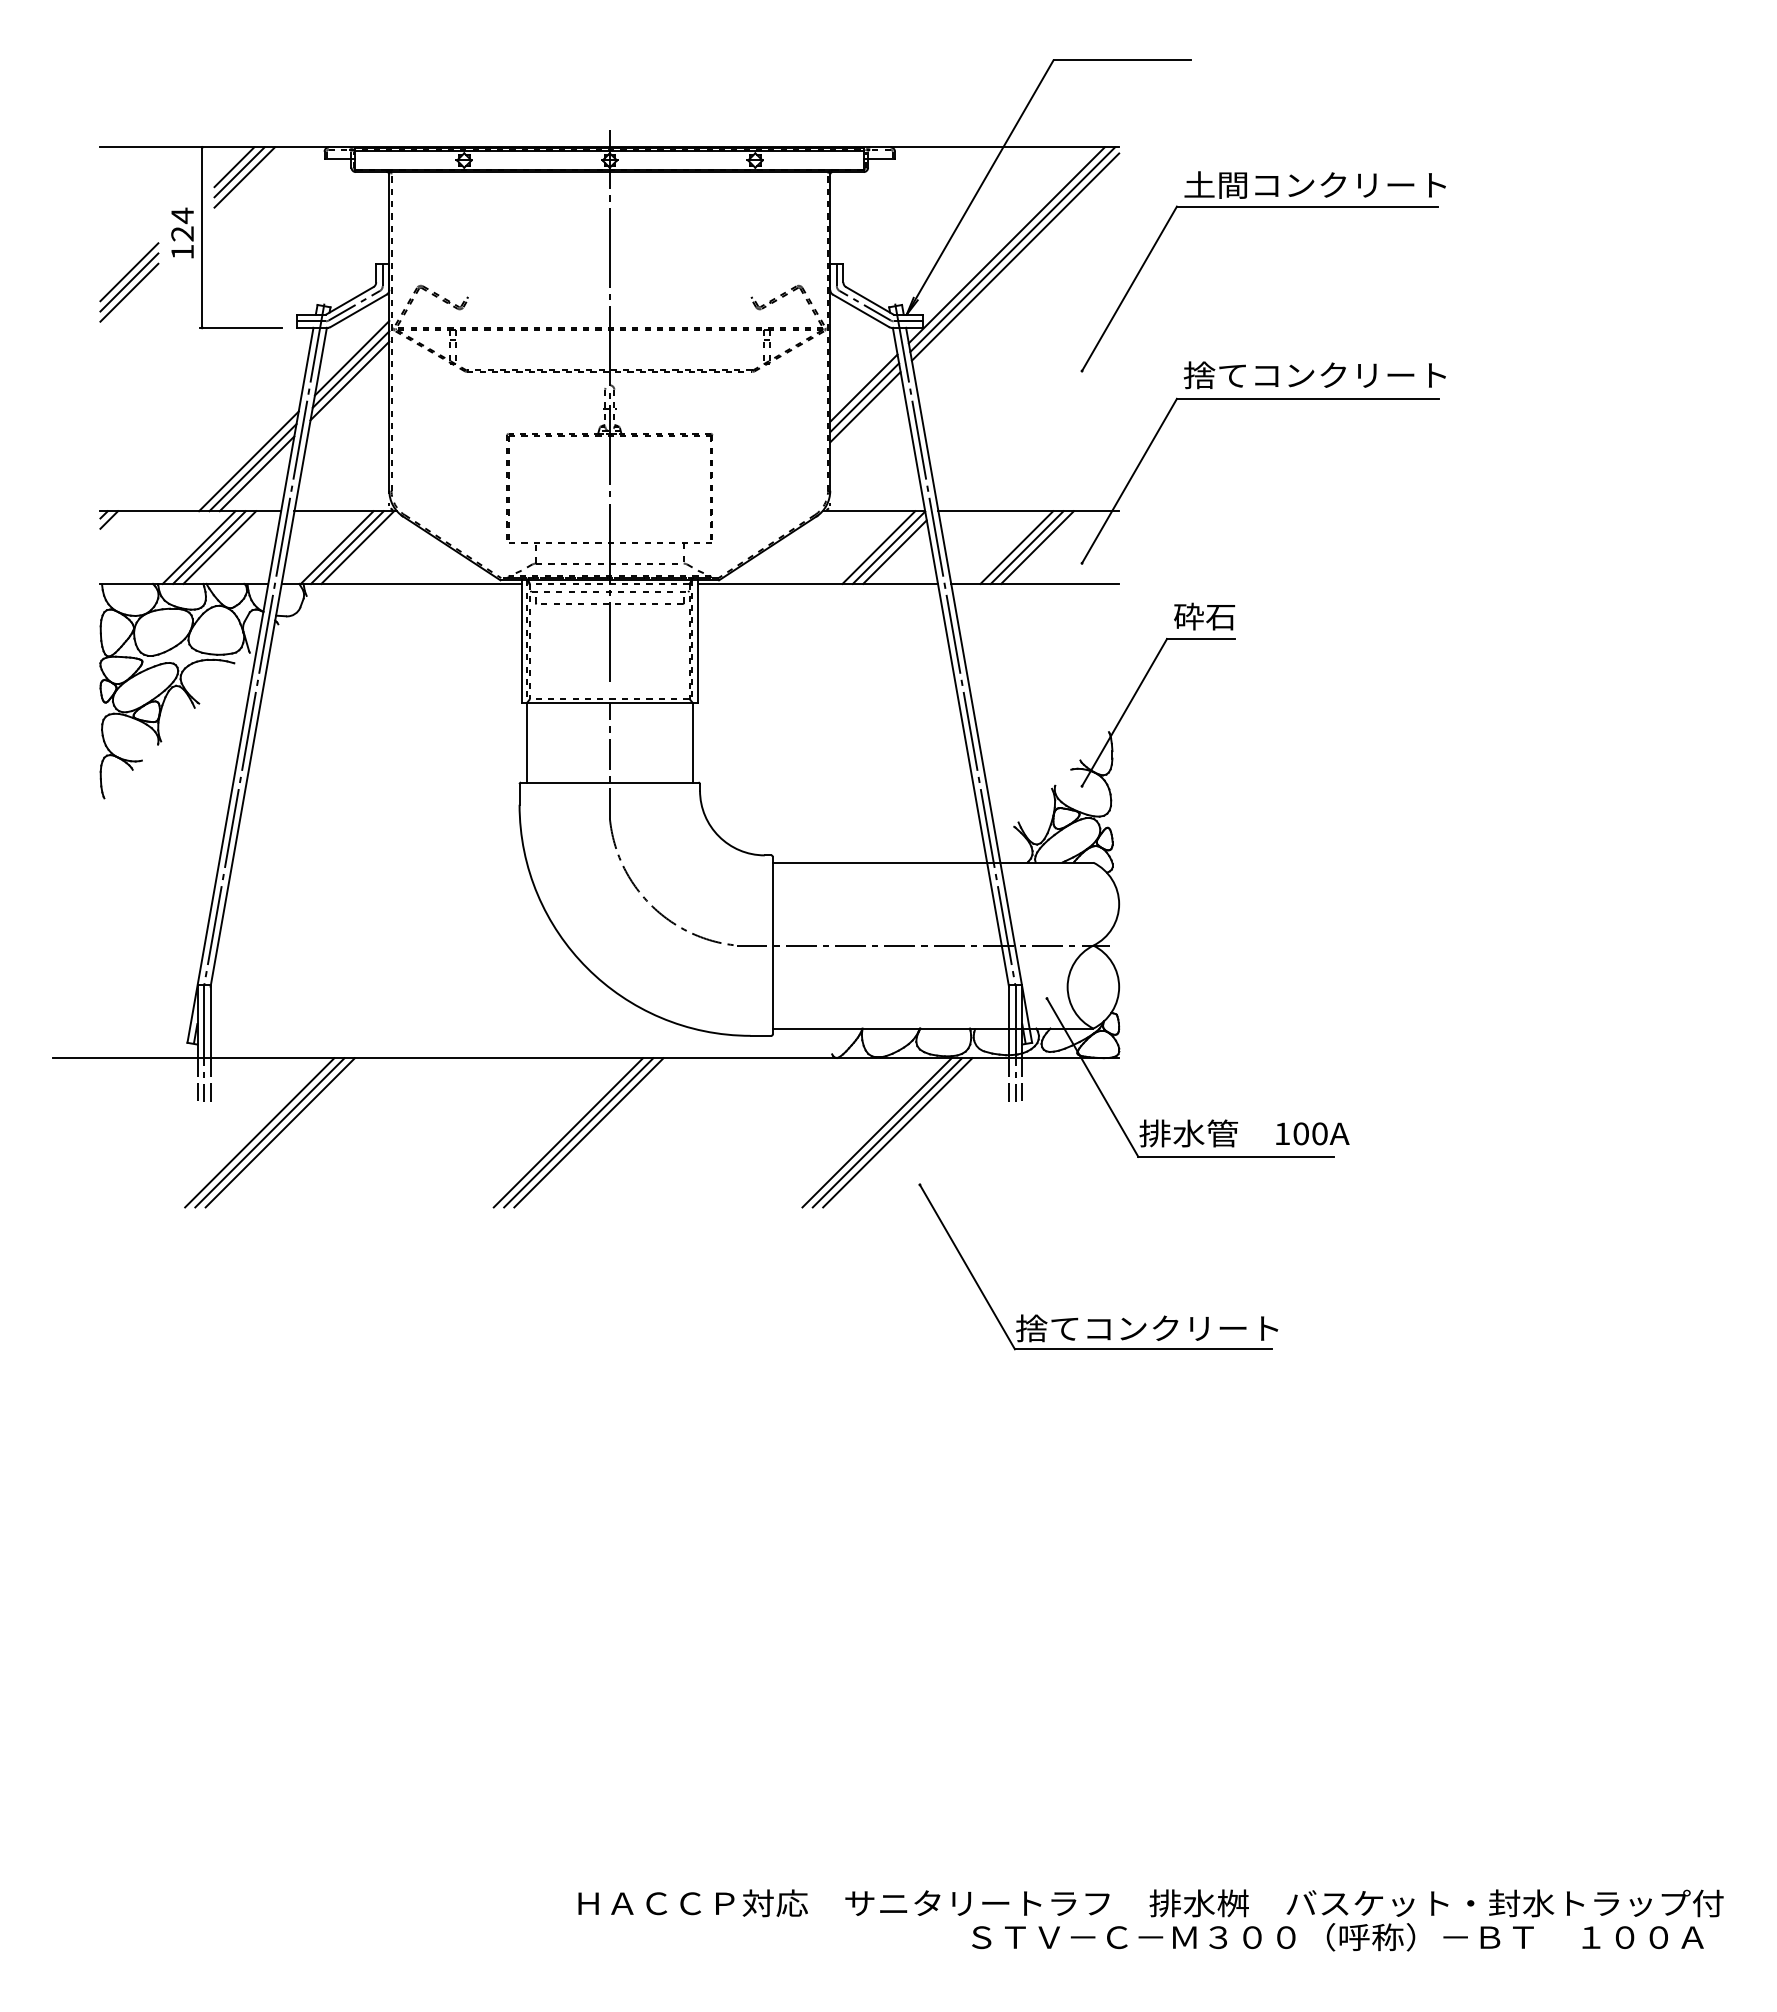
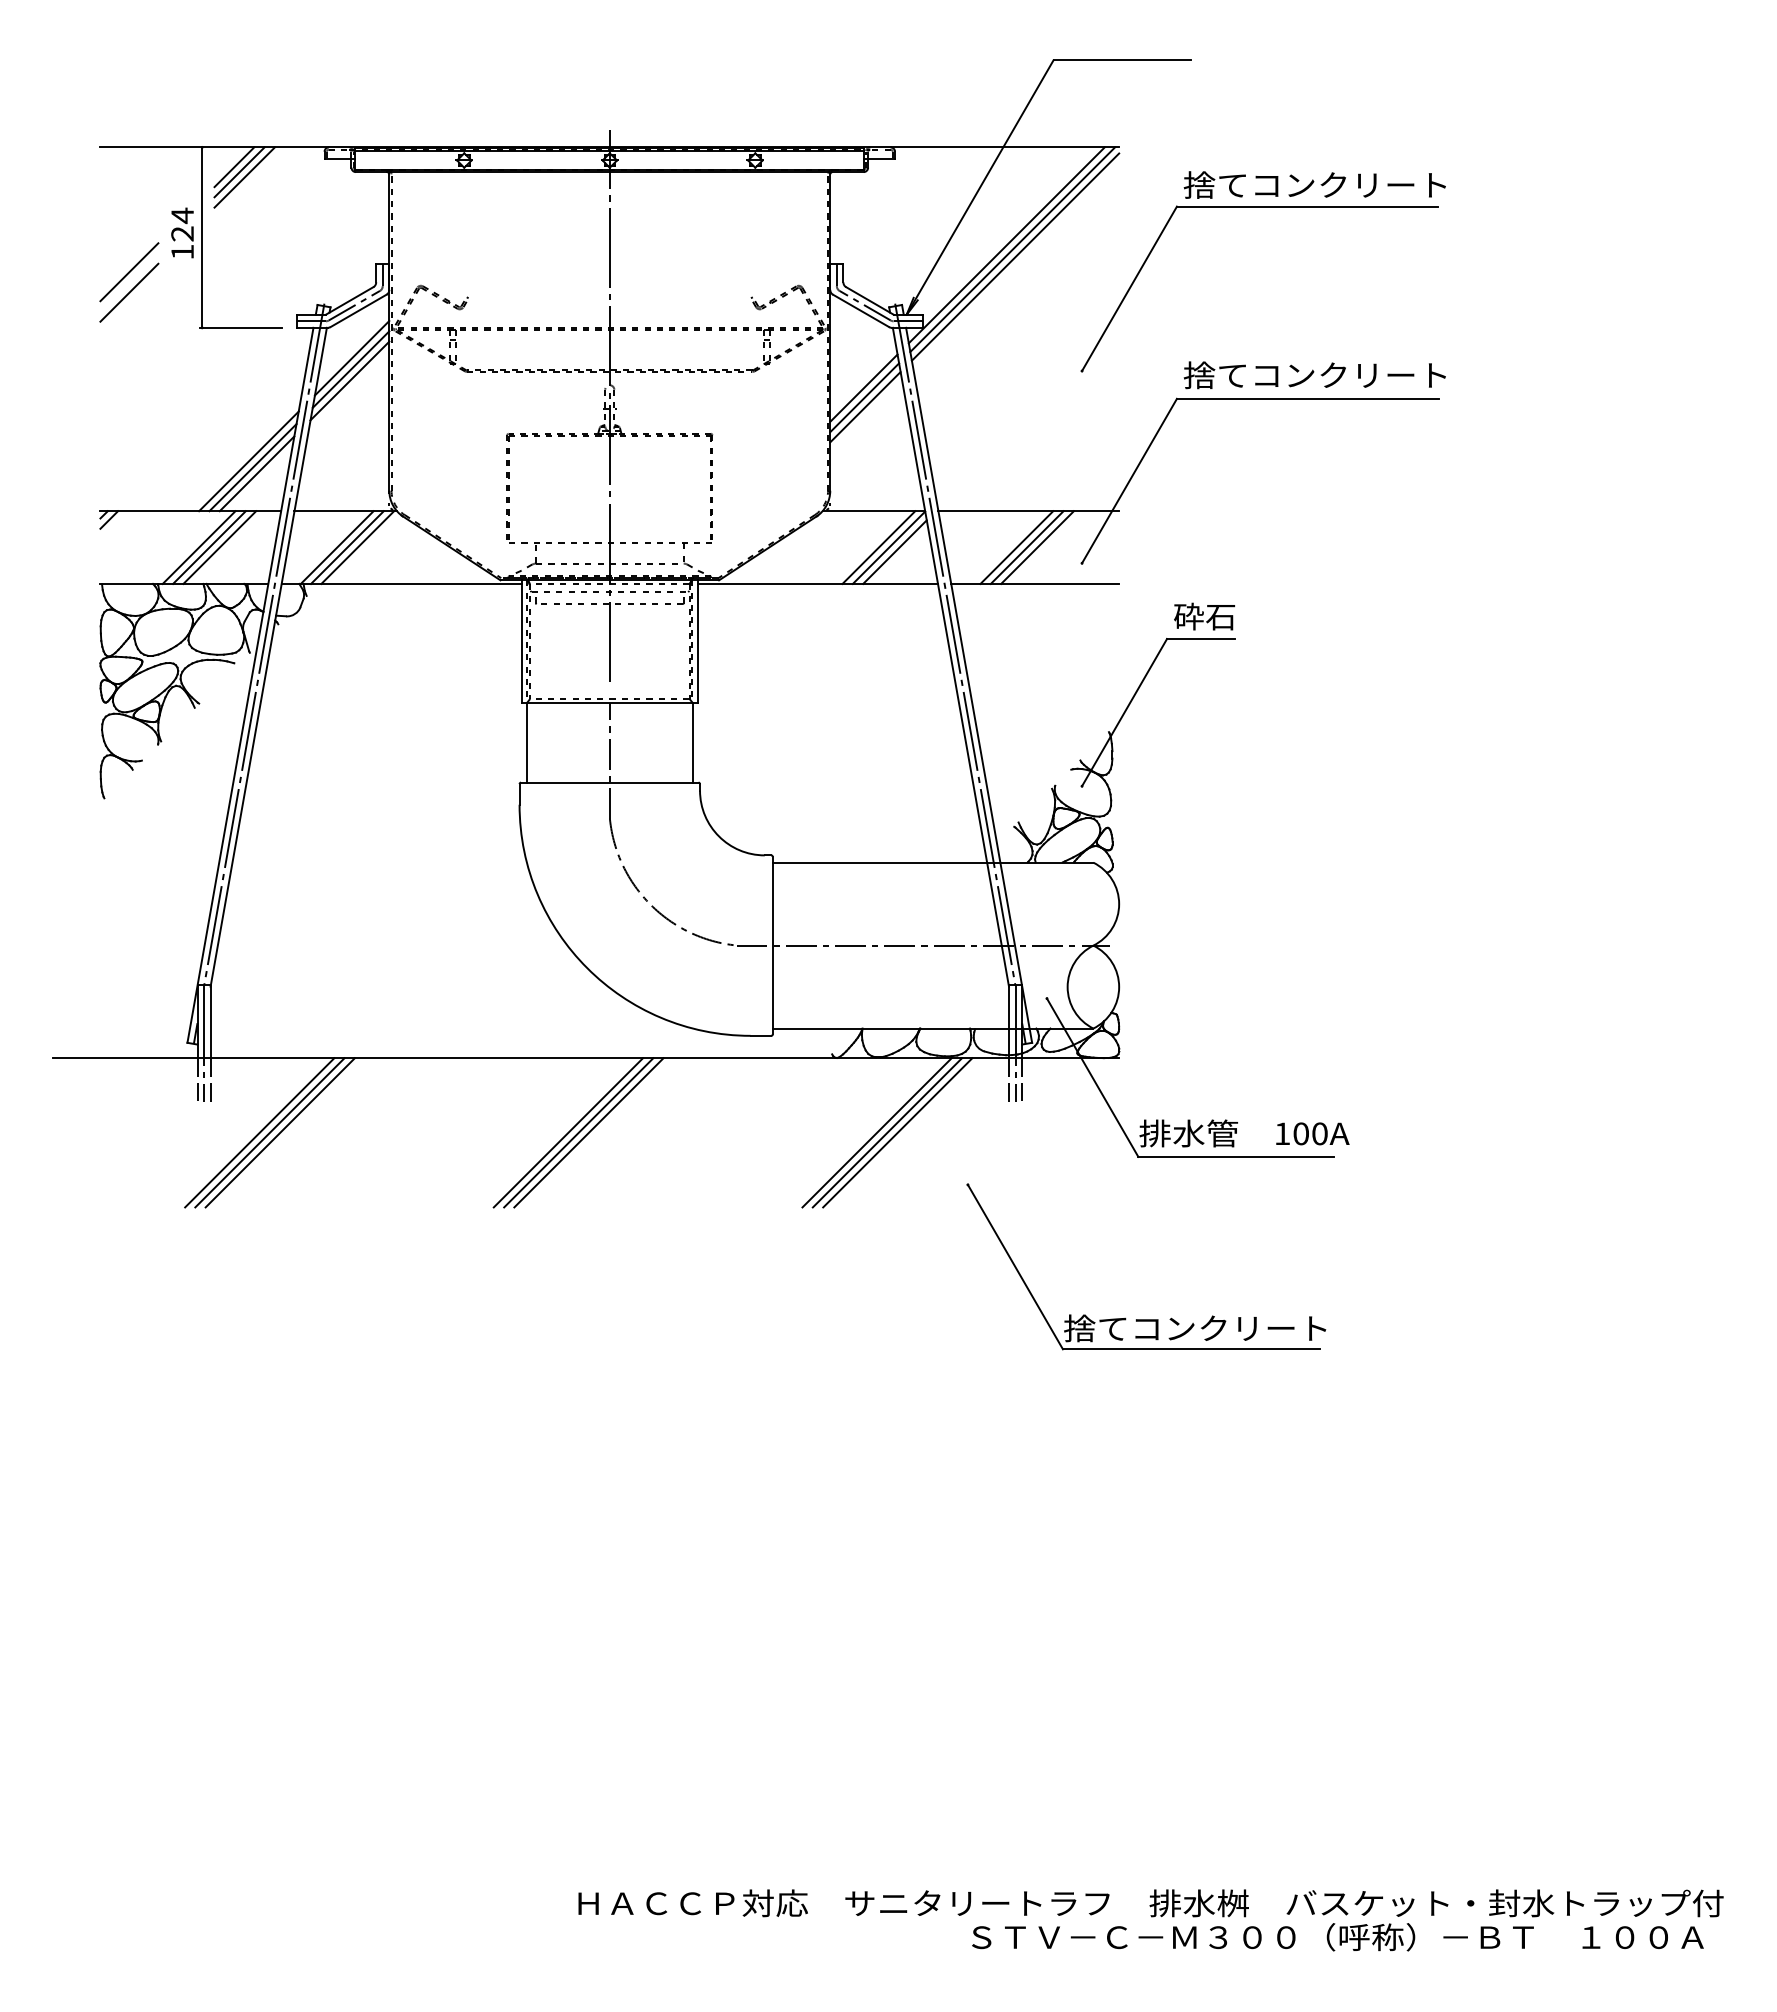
text at (1214, 184): 土間コンクリート -> 捨てコンクリート
line at (129, 282): present -> none
part at (1098, 1319) position: (1098, 1319) -> (1146, 1319)
